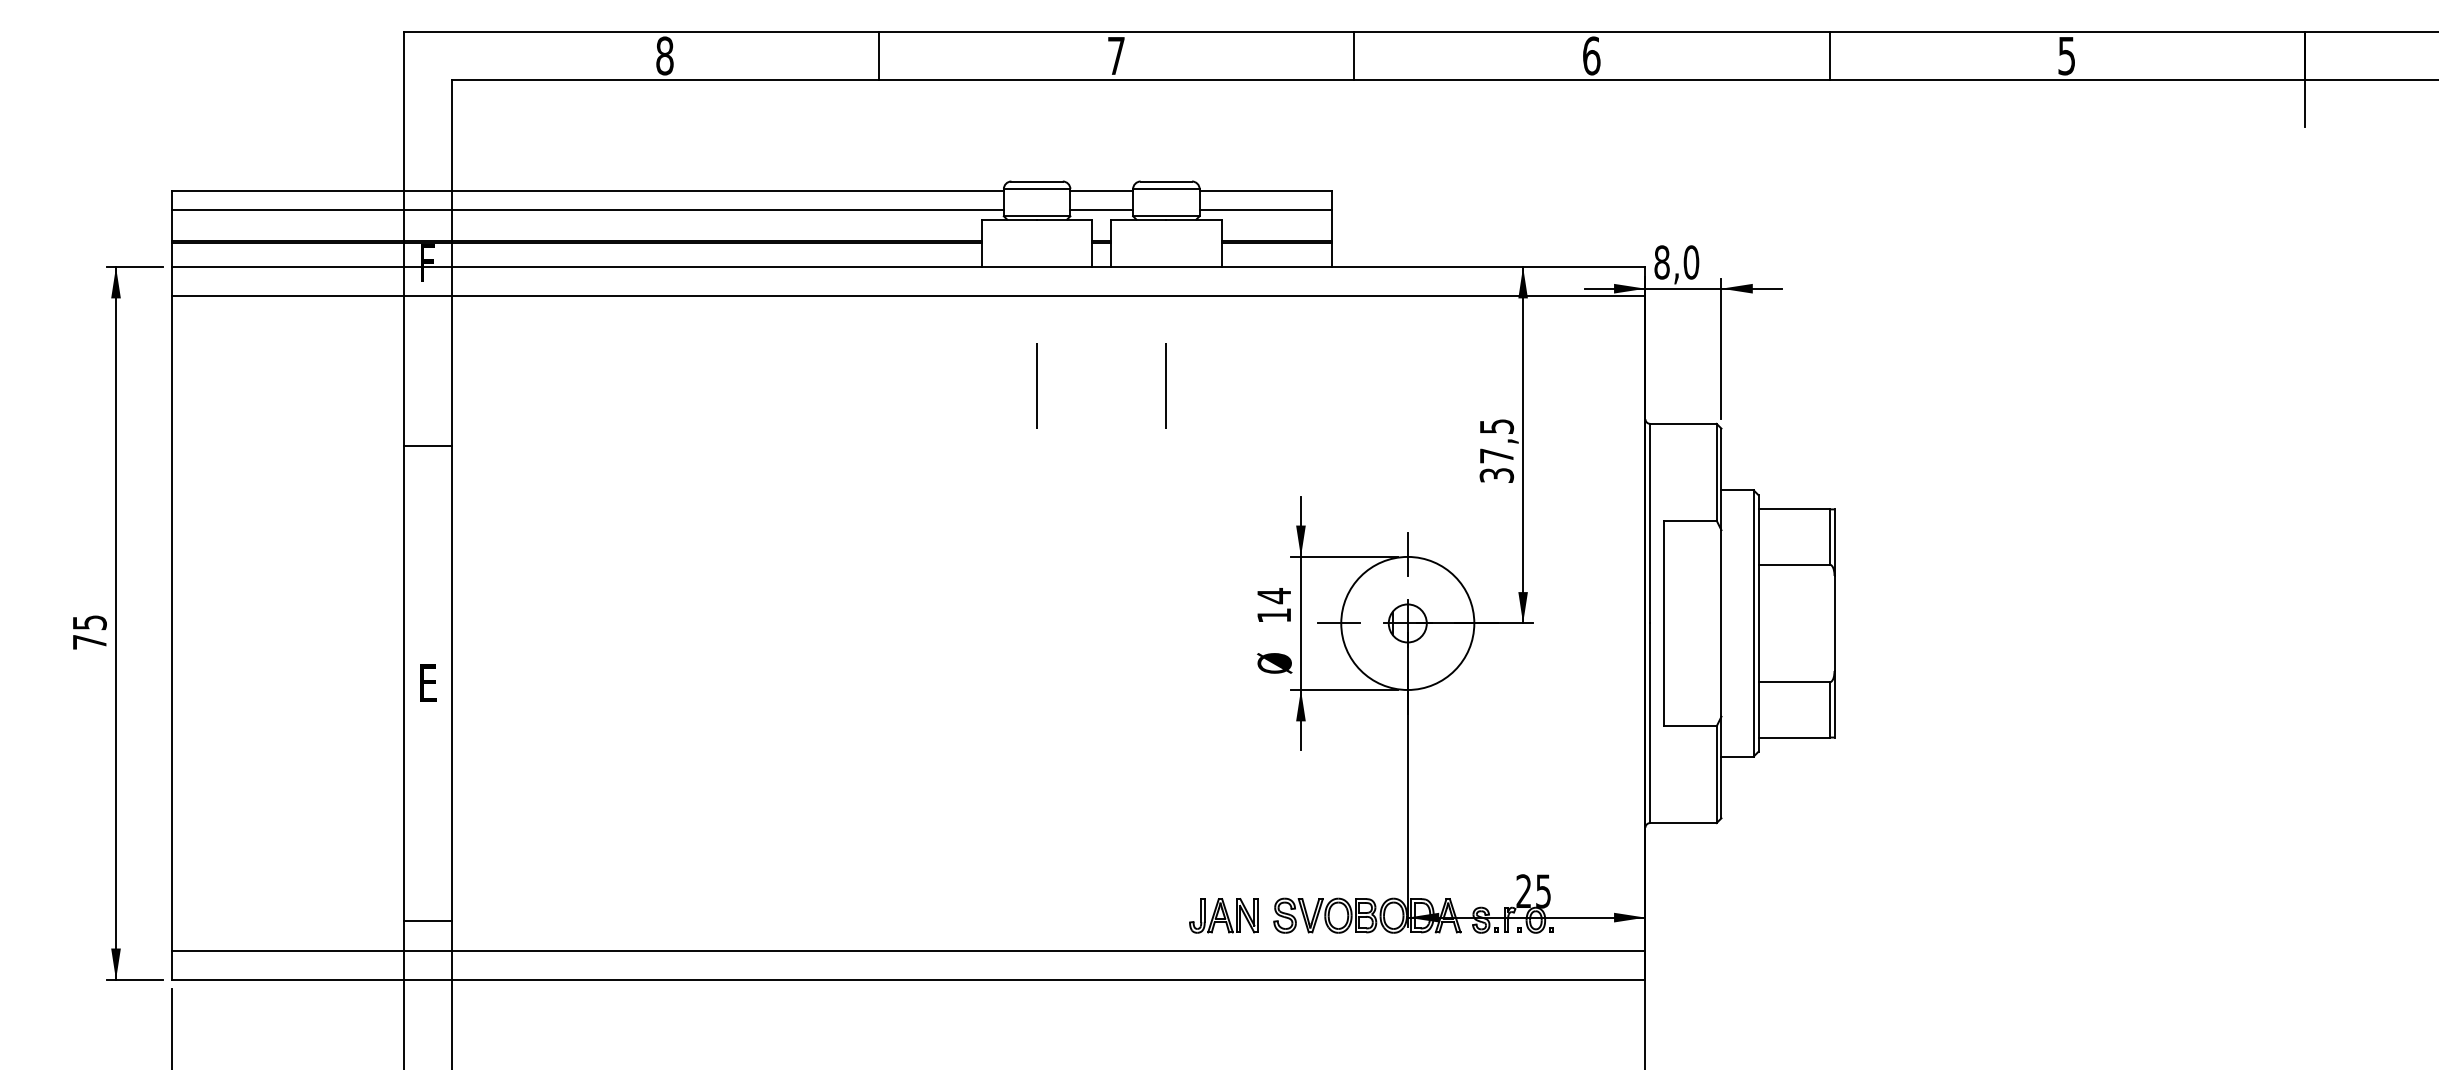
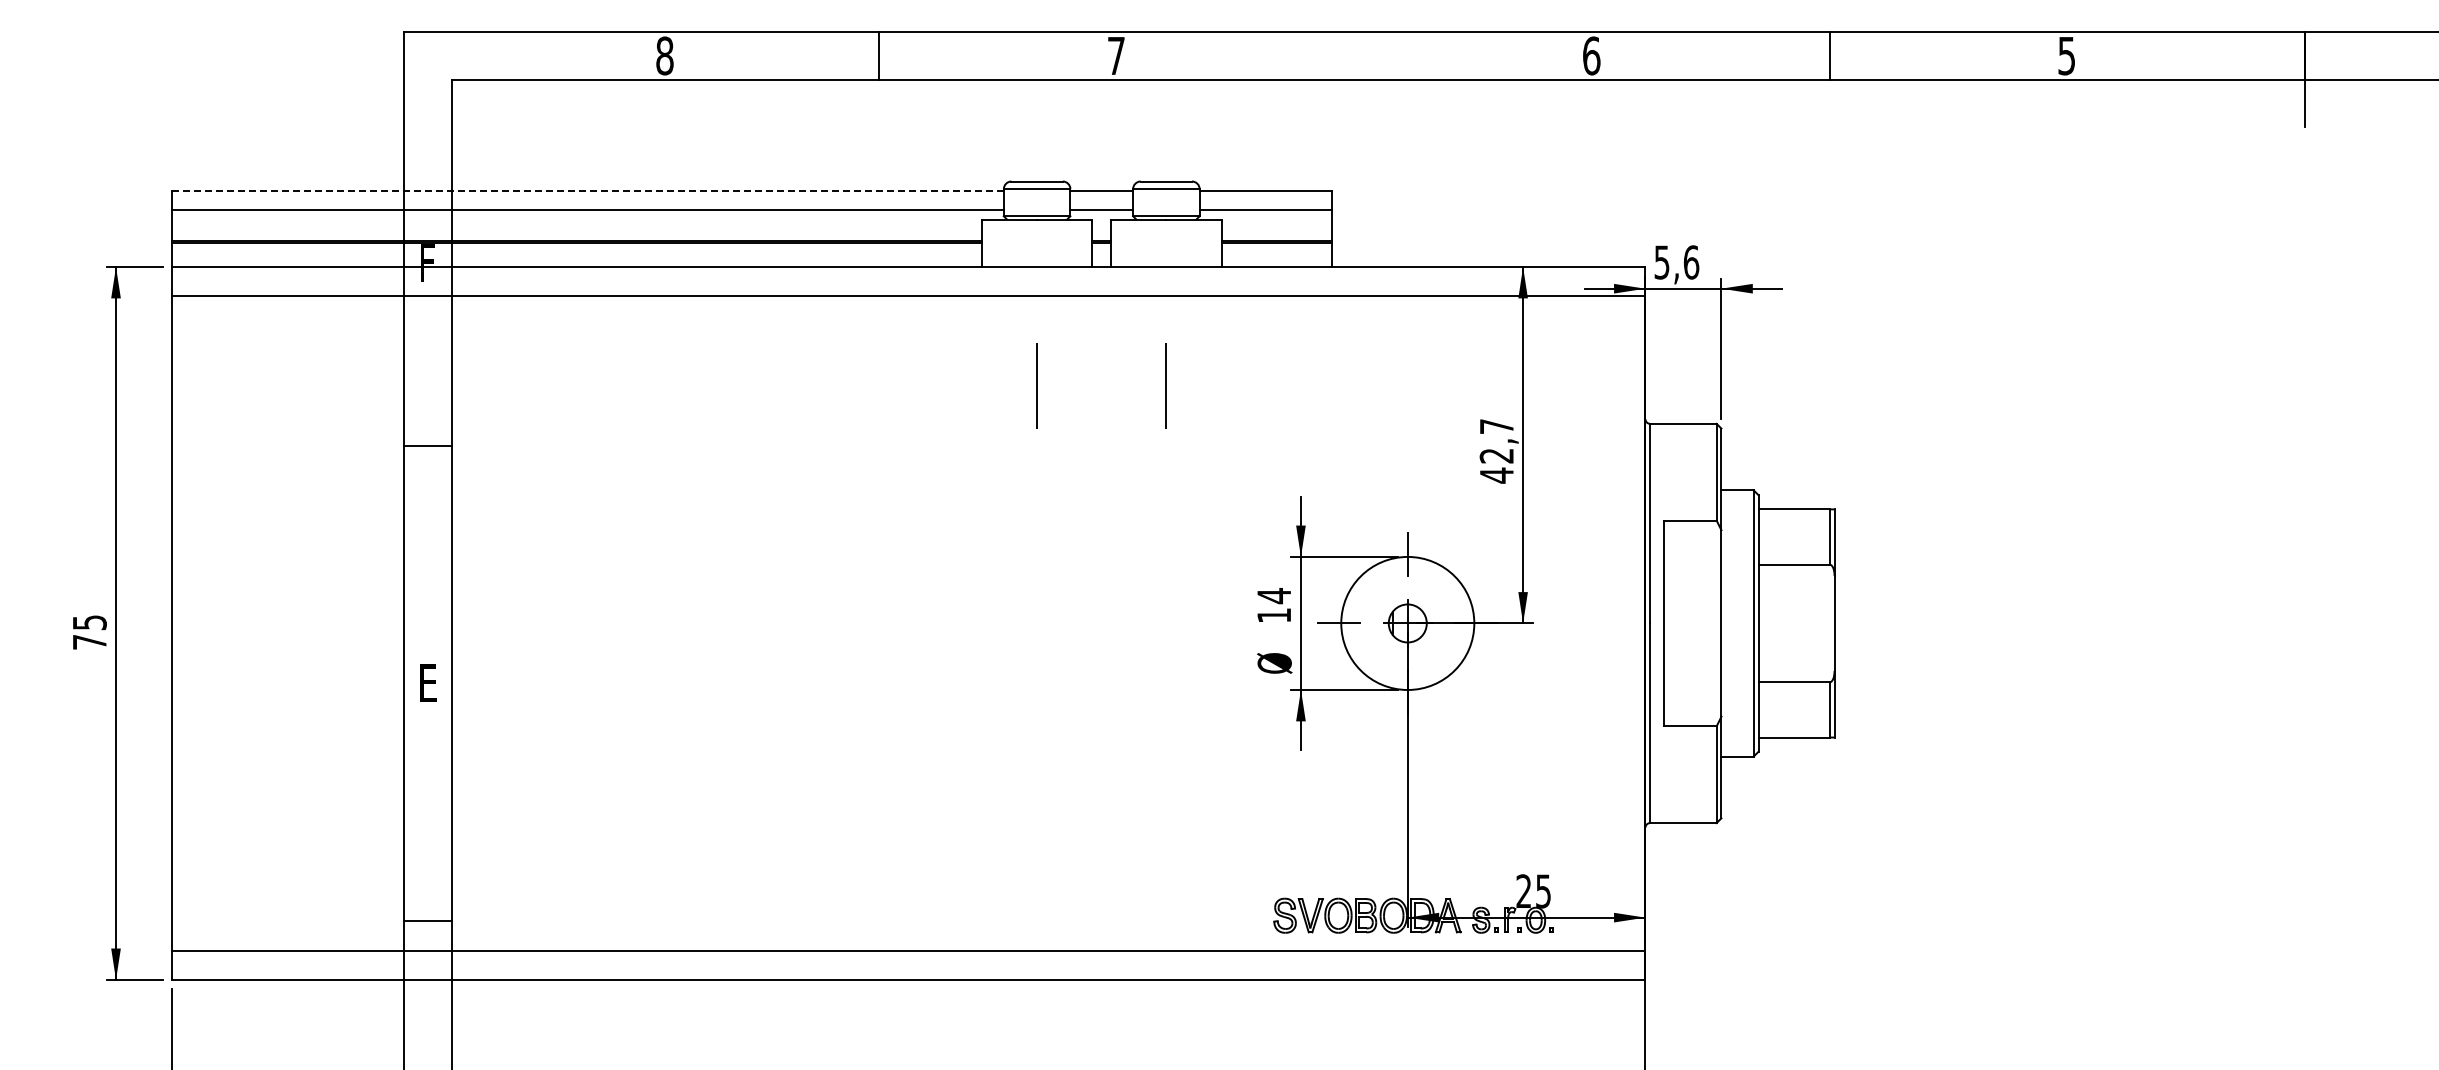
line at (1354, 55): present -> none
line at (588, 191): solid -> dashed
text at (1676, 262): 8,0 -> 5,6
text at (1496, 451): 37,5 -> 42,7
part at (1223, 915): present -> none
